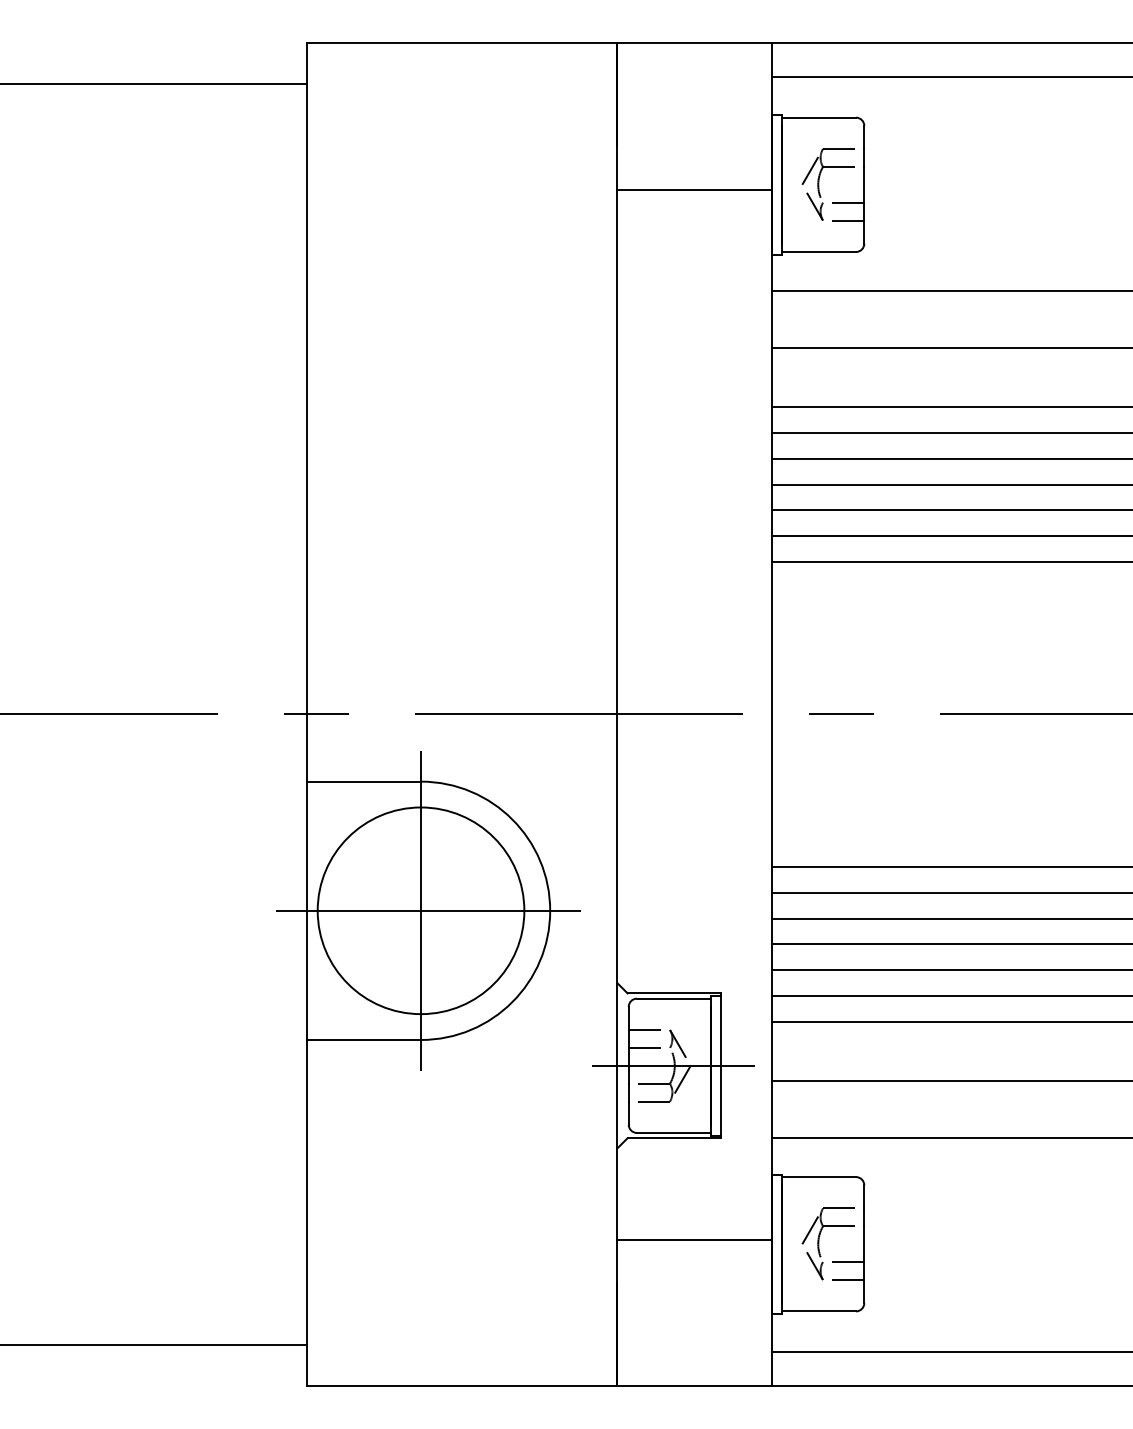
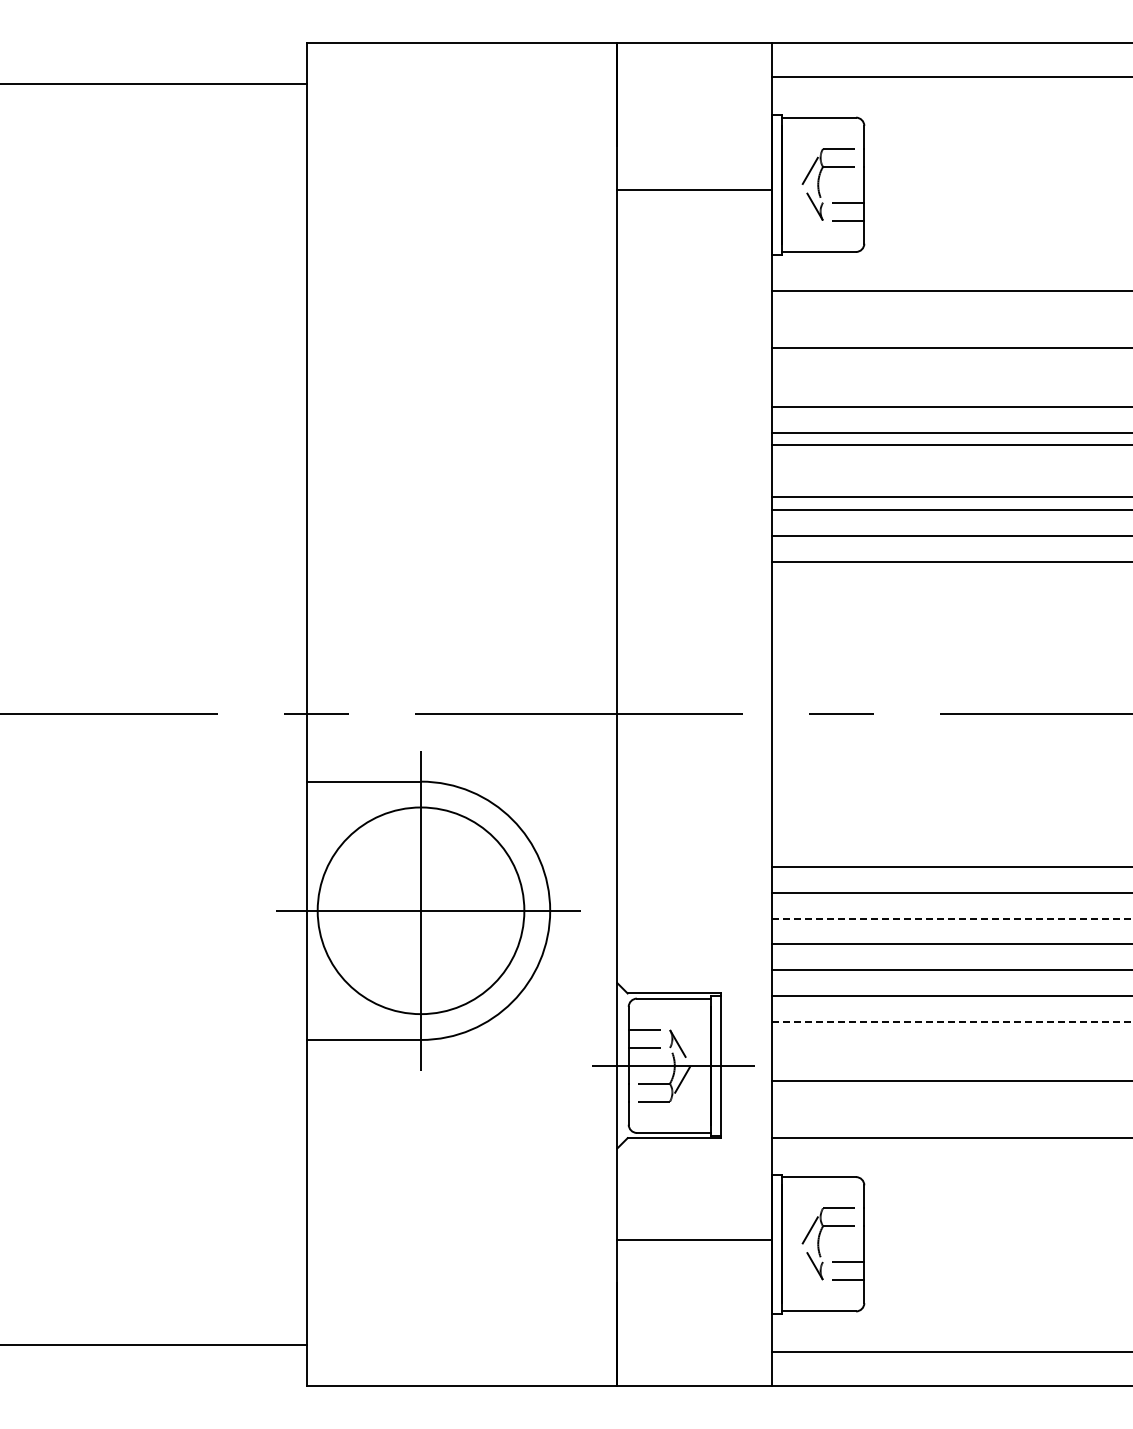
line at (950, 458) position: (950, 458) -> (950, 444)
line at (950, 484) position: (950, 484) -> (950, 496)
line at (952, 918): solid -> dashed
line at (952, 1021): solid -> dashed
